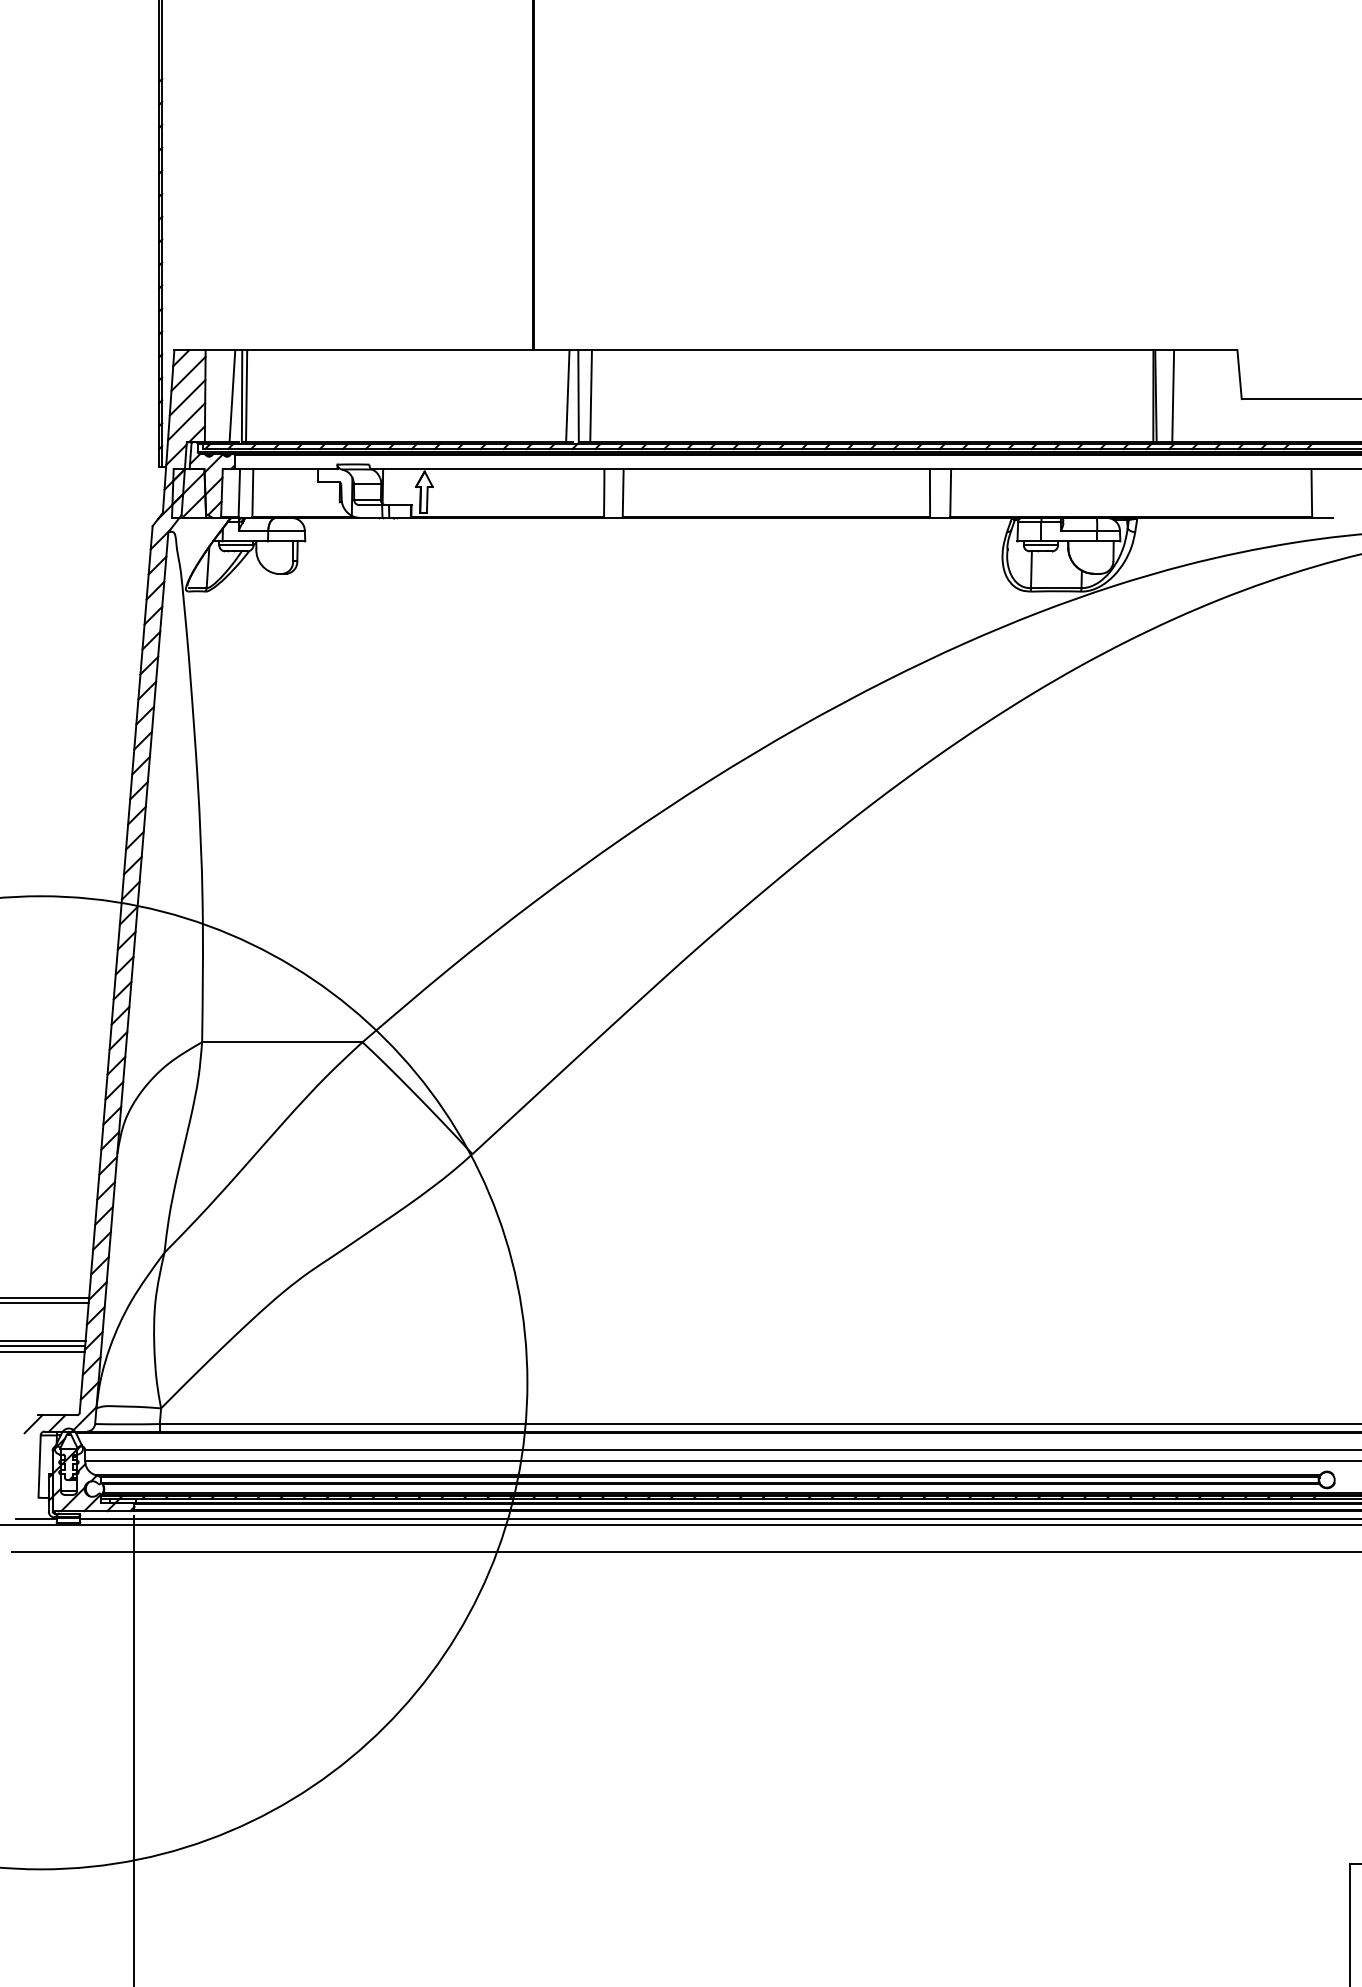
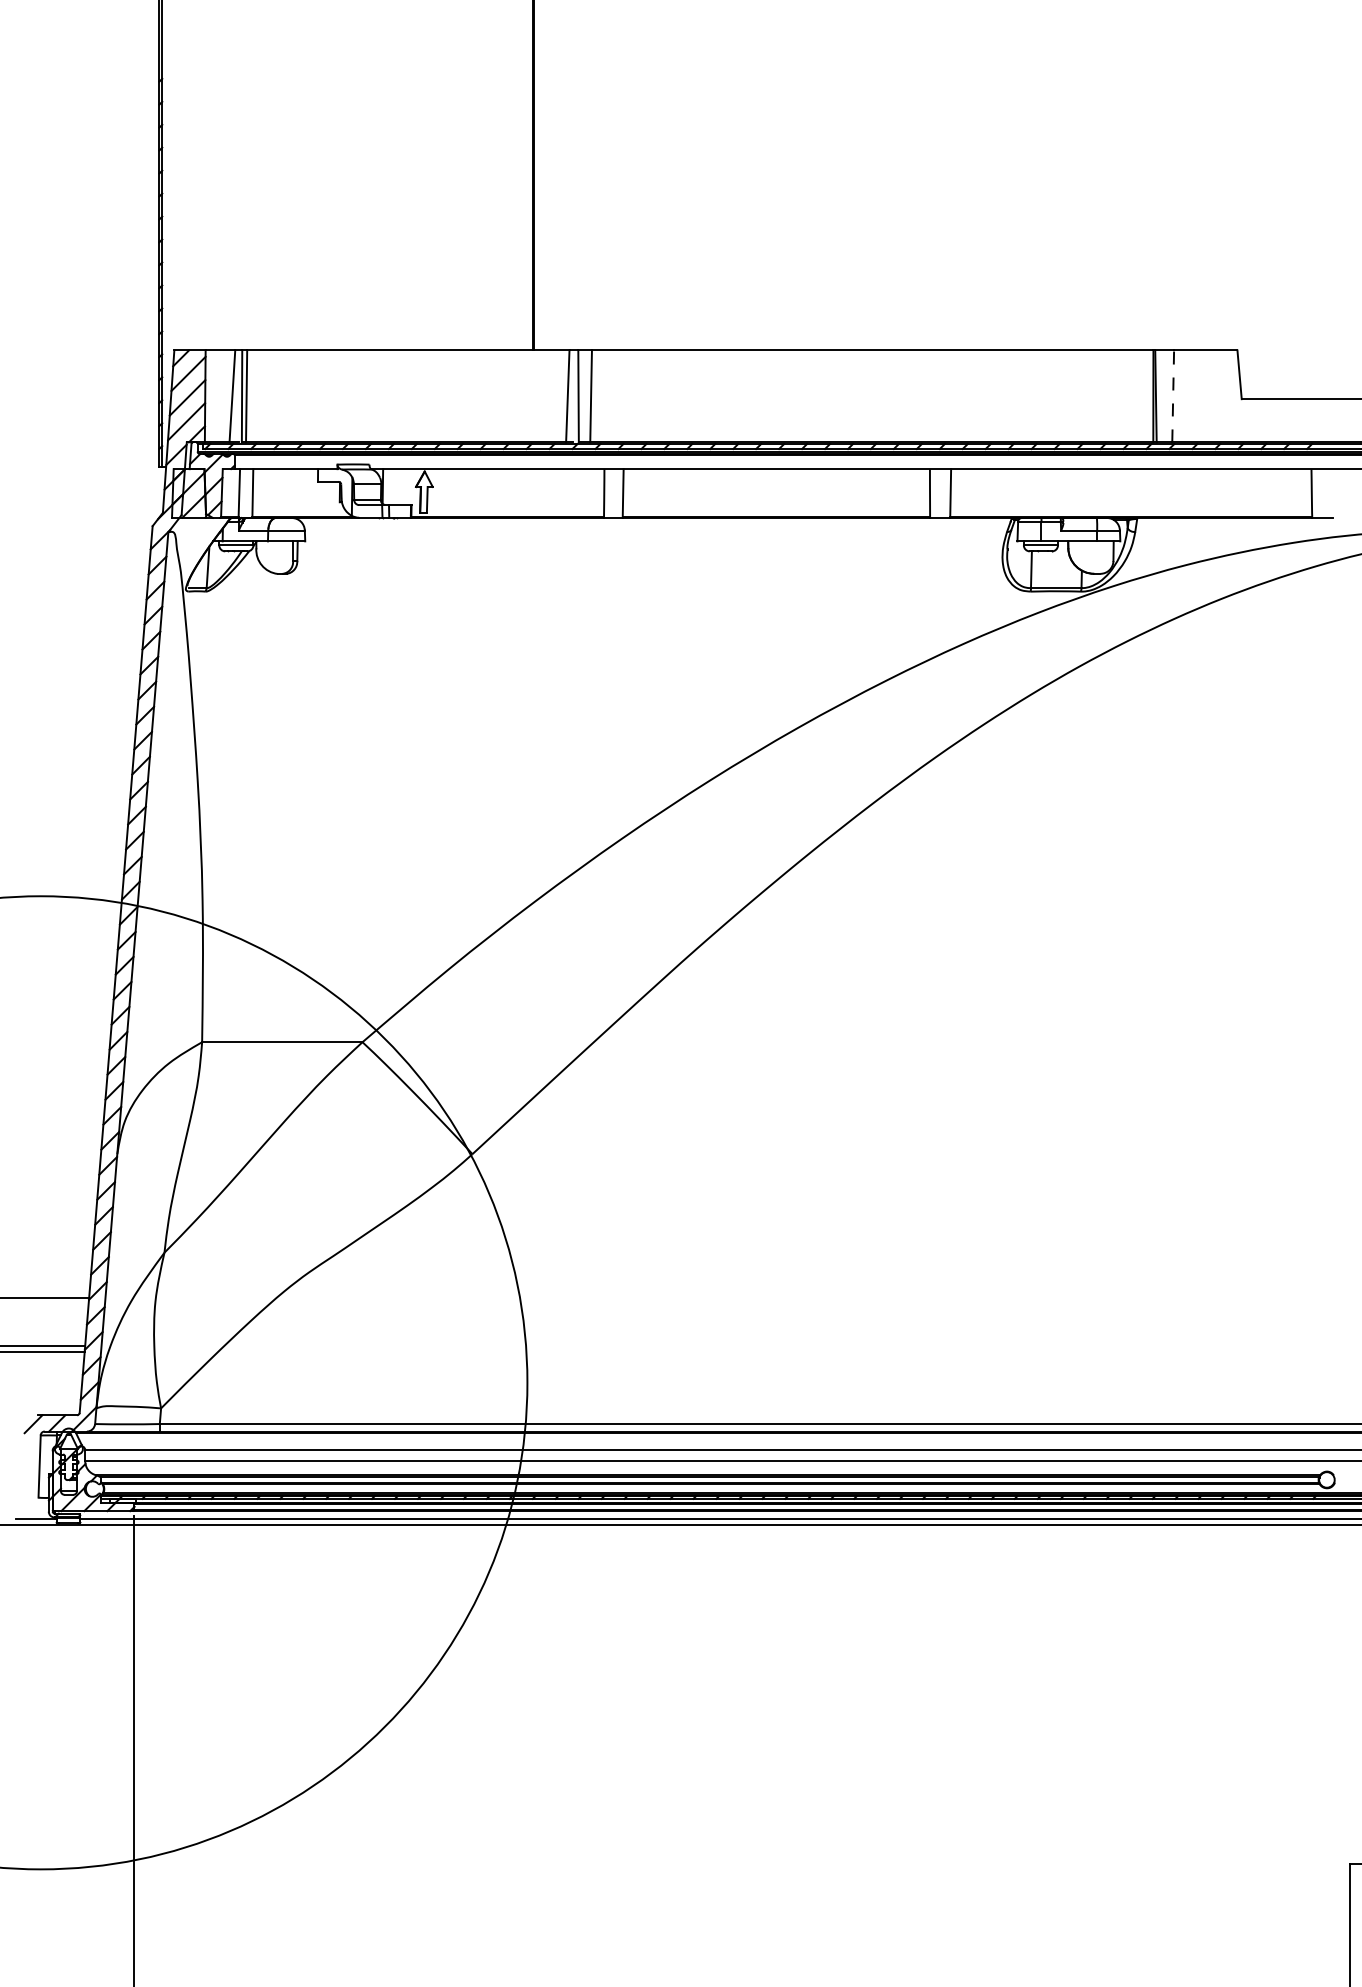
line at (1173, 396): solid -> dashed
line at (45, 1302): present -> none
line at (43, 1341): present -> none
line at (685, 1551): present -> none
